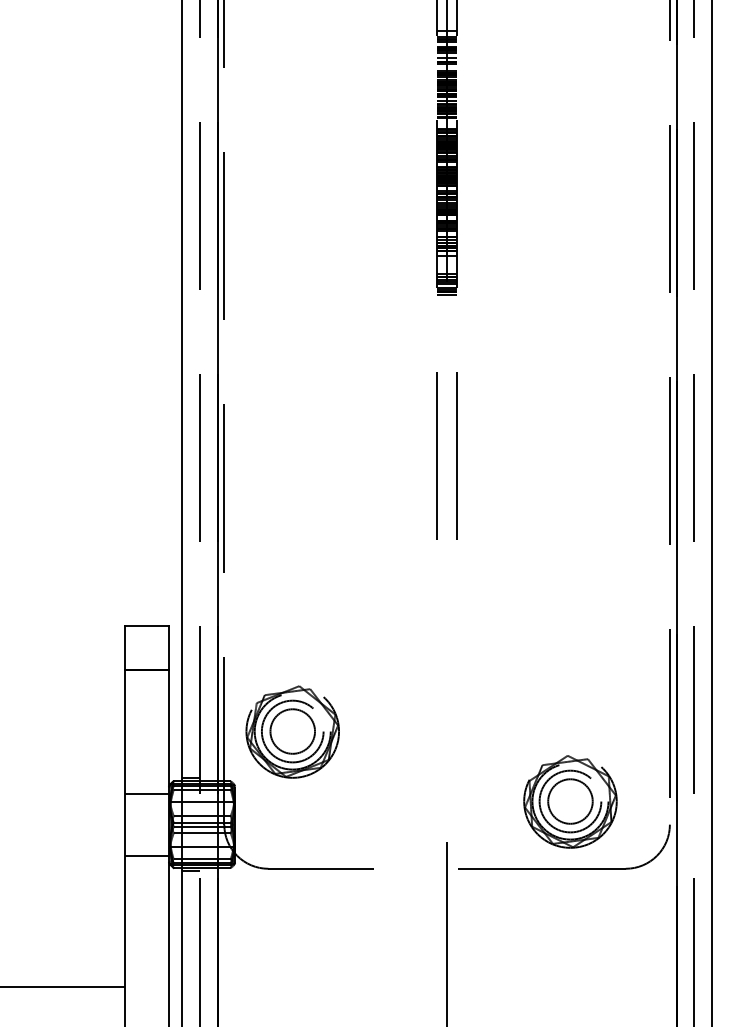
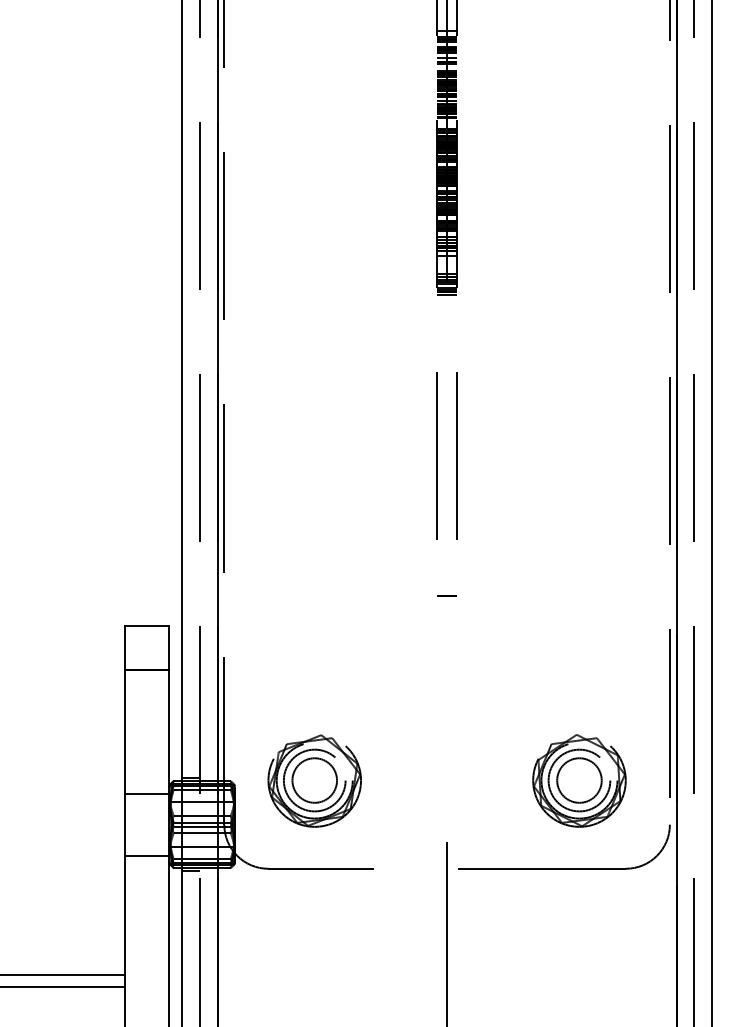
line at (446, 595): none -> present
part at (292, 731) position: (292, 731) -> (314, 780)
part at (570, 801) position: (570, 801) -> (579, 780)
line at (63, 974): none -> present
